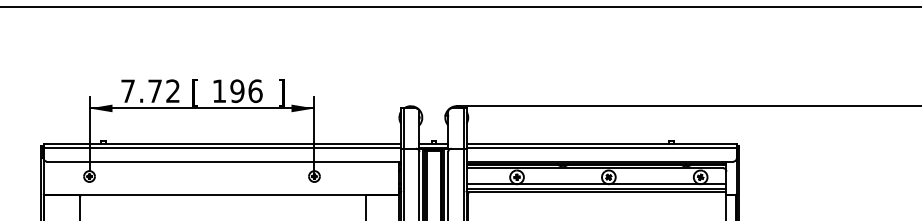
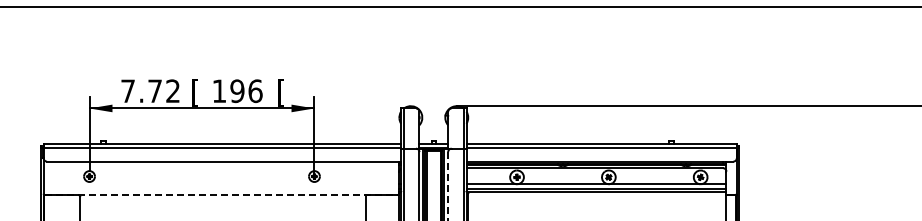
text at (281, 92): ] -> [
line at (448, 186): solid -> dashed
line at (222, 194): solid -> dashed
